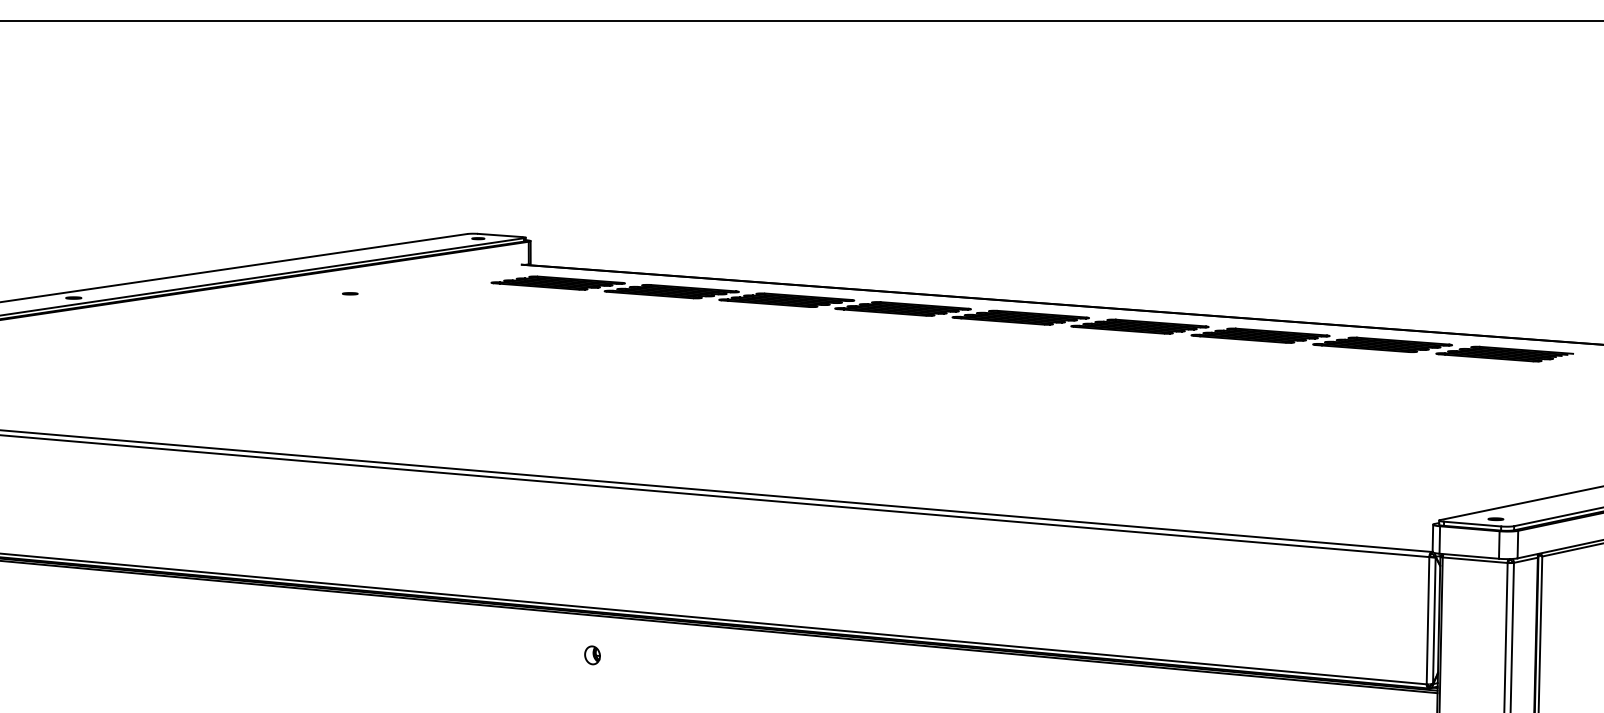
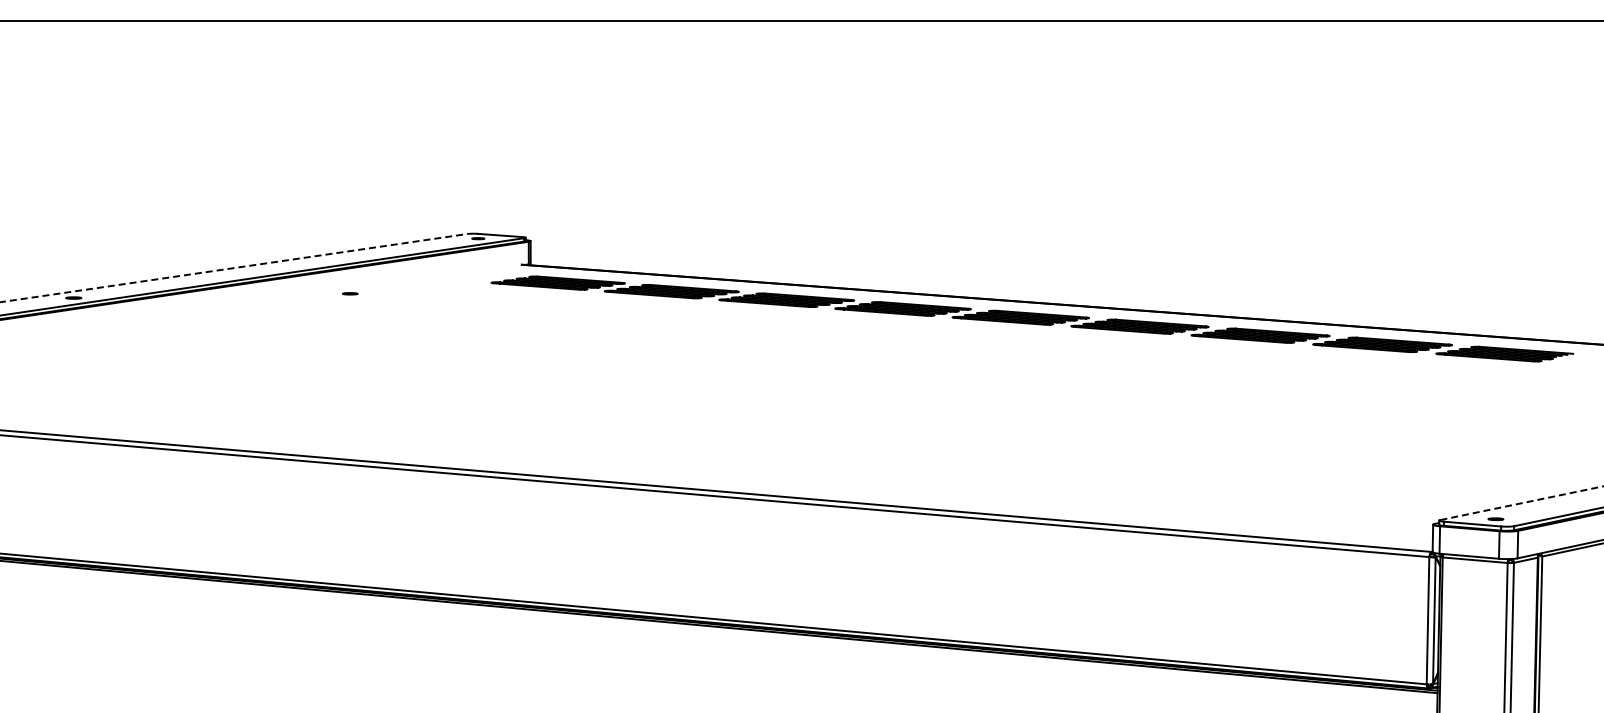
line at (233, 268): solid -> dashed
line at (1522, 503): solid -> dashed
part at (592, 655): present -> none
